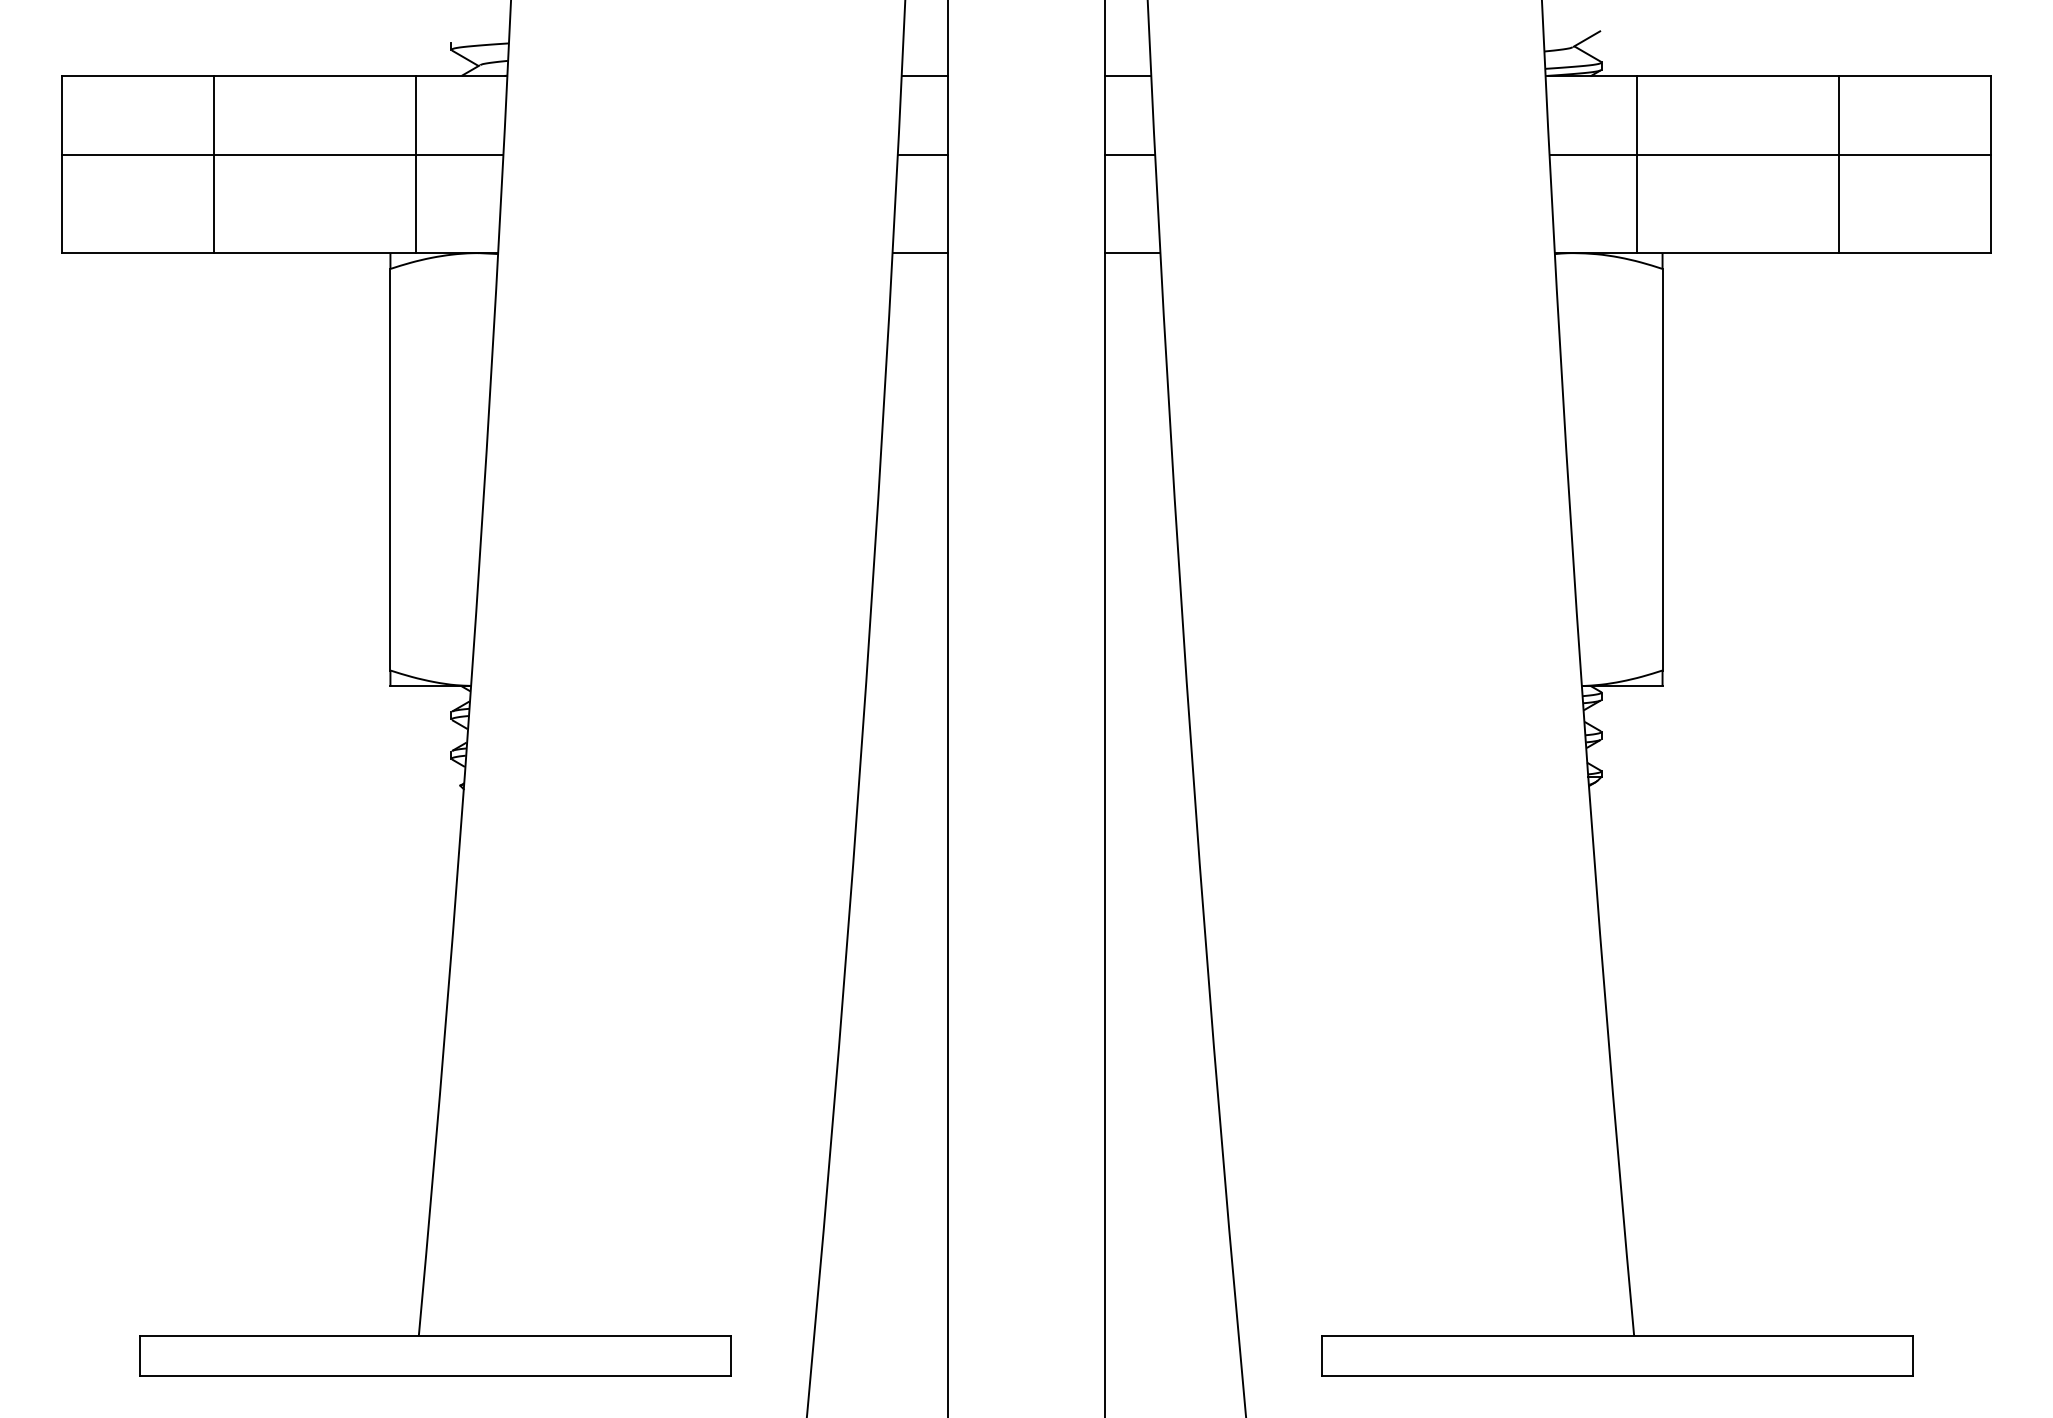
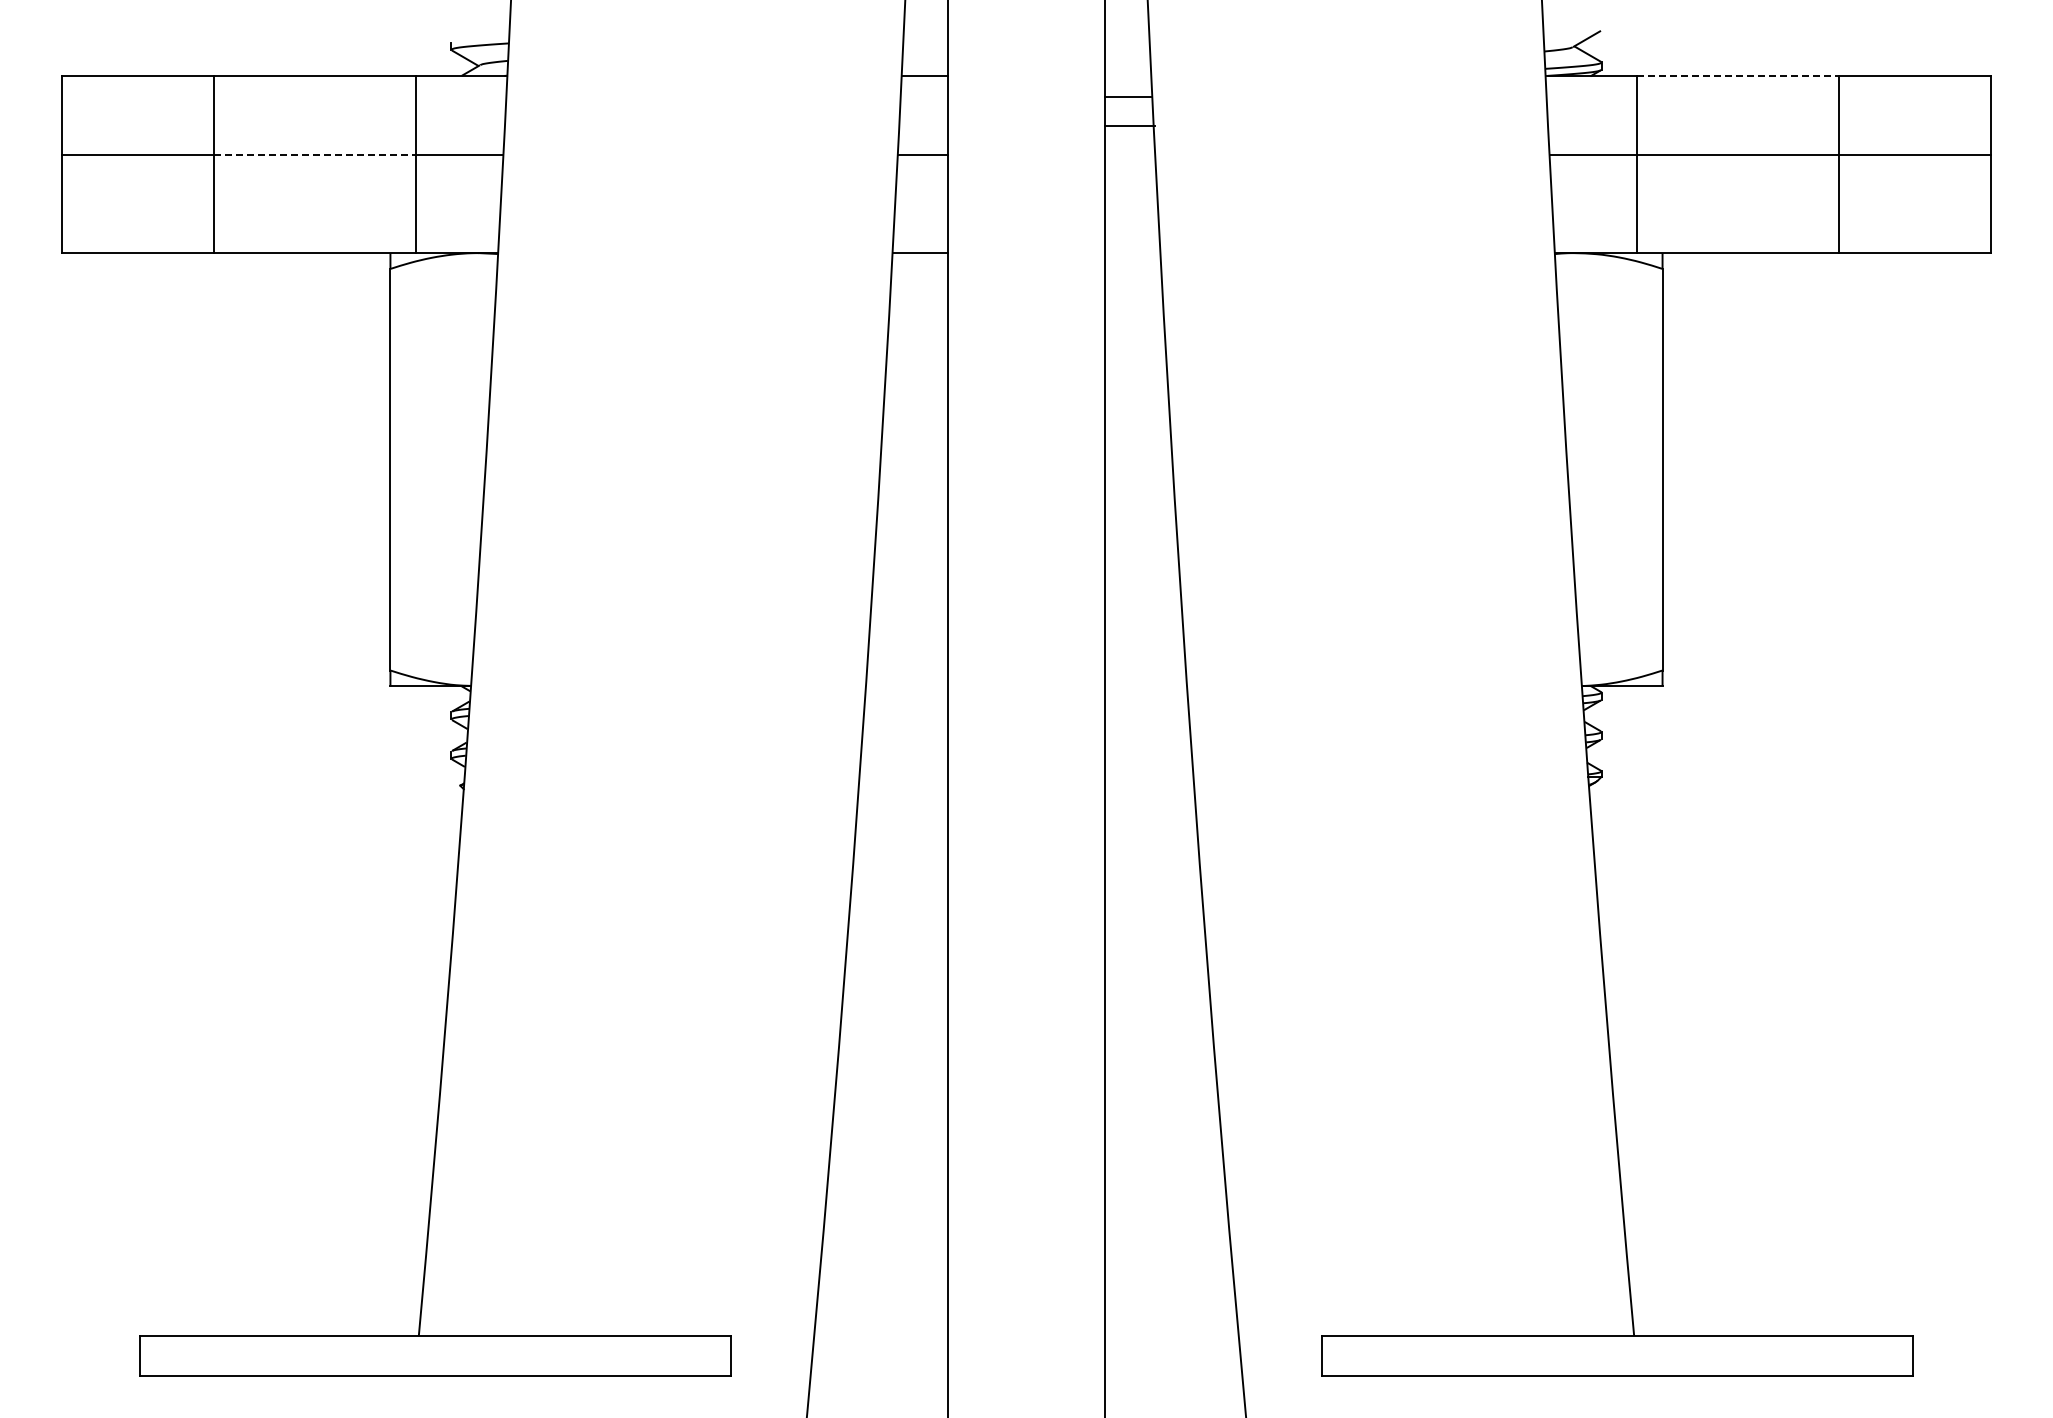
line at (1128, 75) position: (1128, 75) -> (1128, 96)
line at (1738, 75): solid -> dashed
line at (315, 154): solid -> dashed
line at (1130, 154) position: (1130, 154) -> (1130, 125)
line at (1132, 253): present -> none
